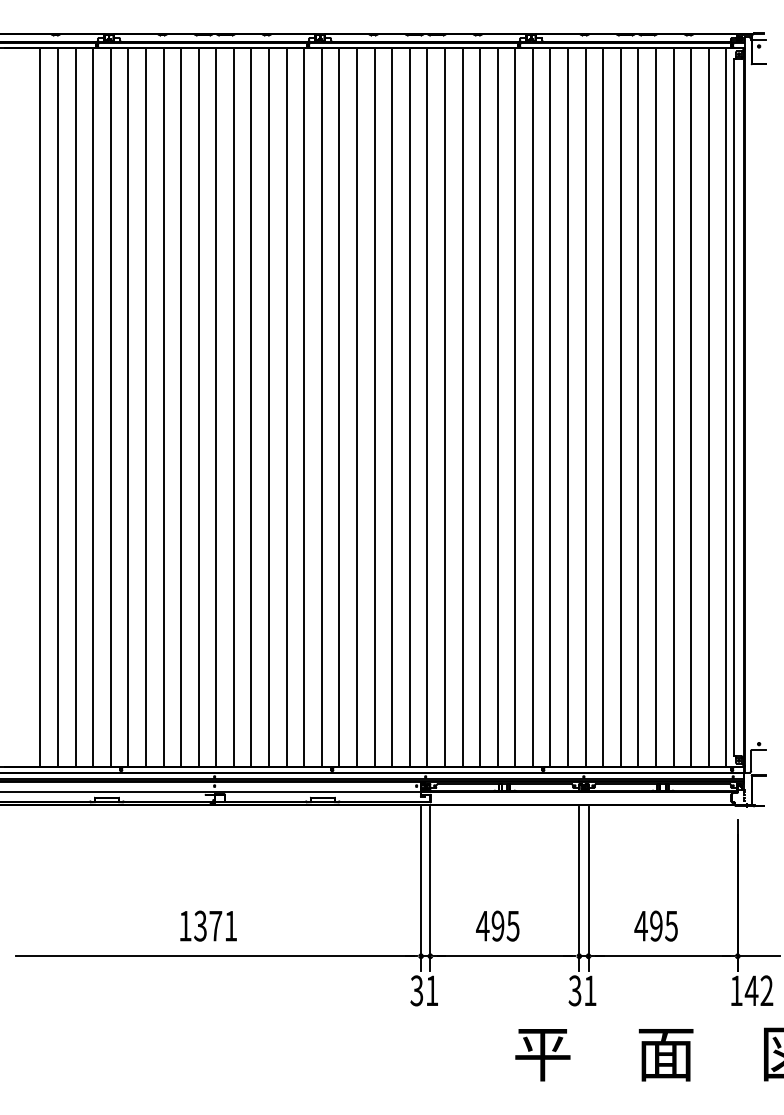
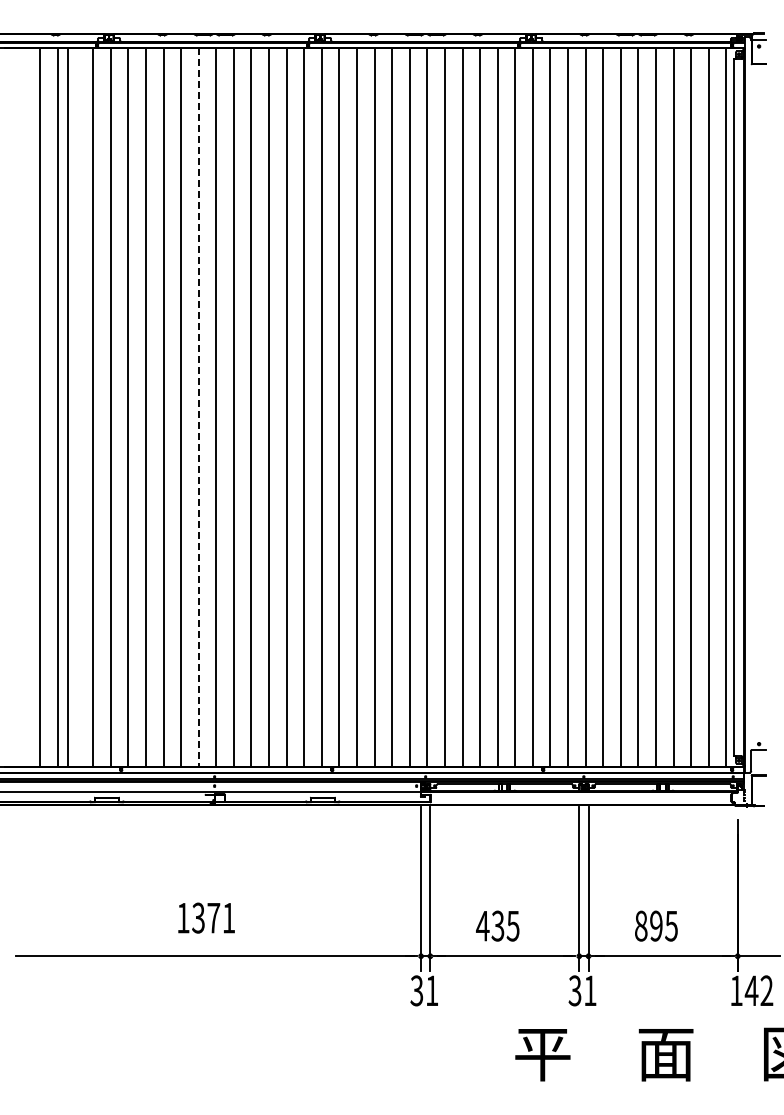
line at (75, 407) position: (75, 407) -> (67, 407)
line at (198, 408): solid -> dashed
text at (208, 925) position: (208, 925) -> (206, 917)
text at (640, 925): 495 -> 895
text at (497, 926): 495 -> 435
